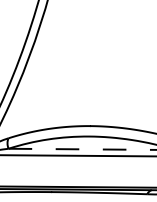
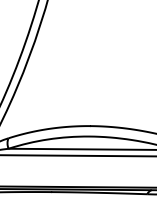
line at (83, 149): dashed -> solid
